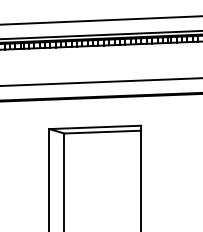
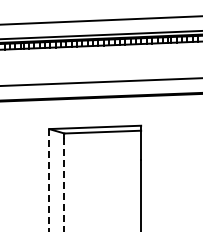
line at (49, 180): solid -> dashed
line at (64, 185): solid -> dashed
